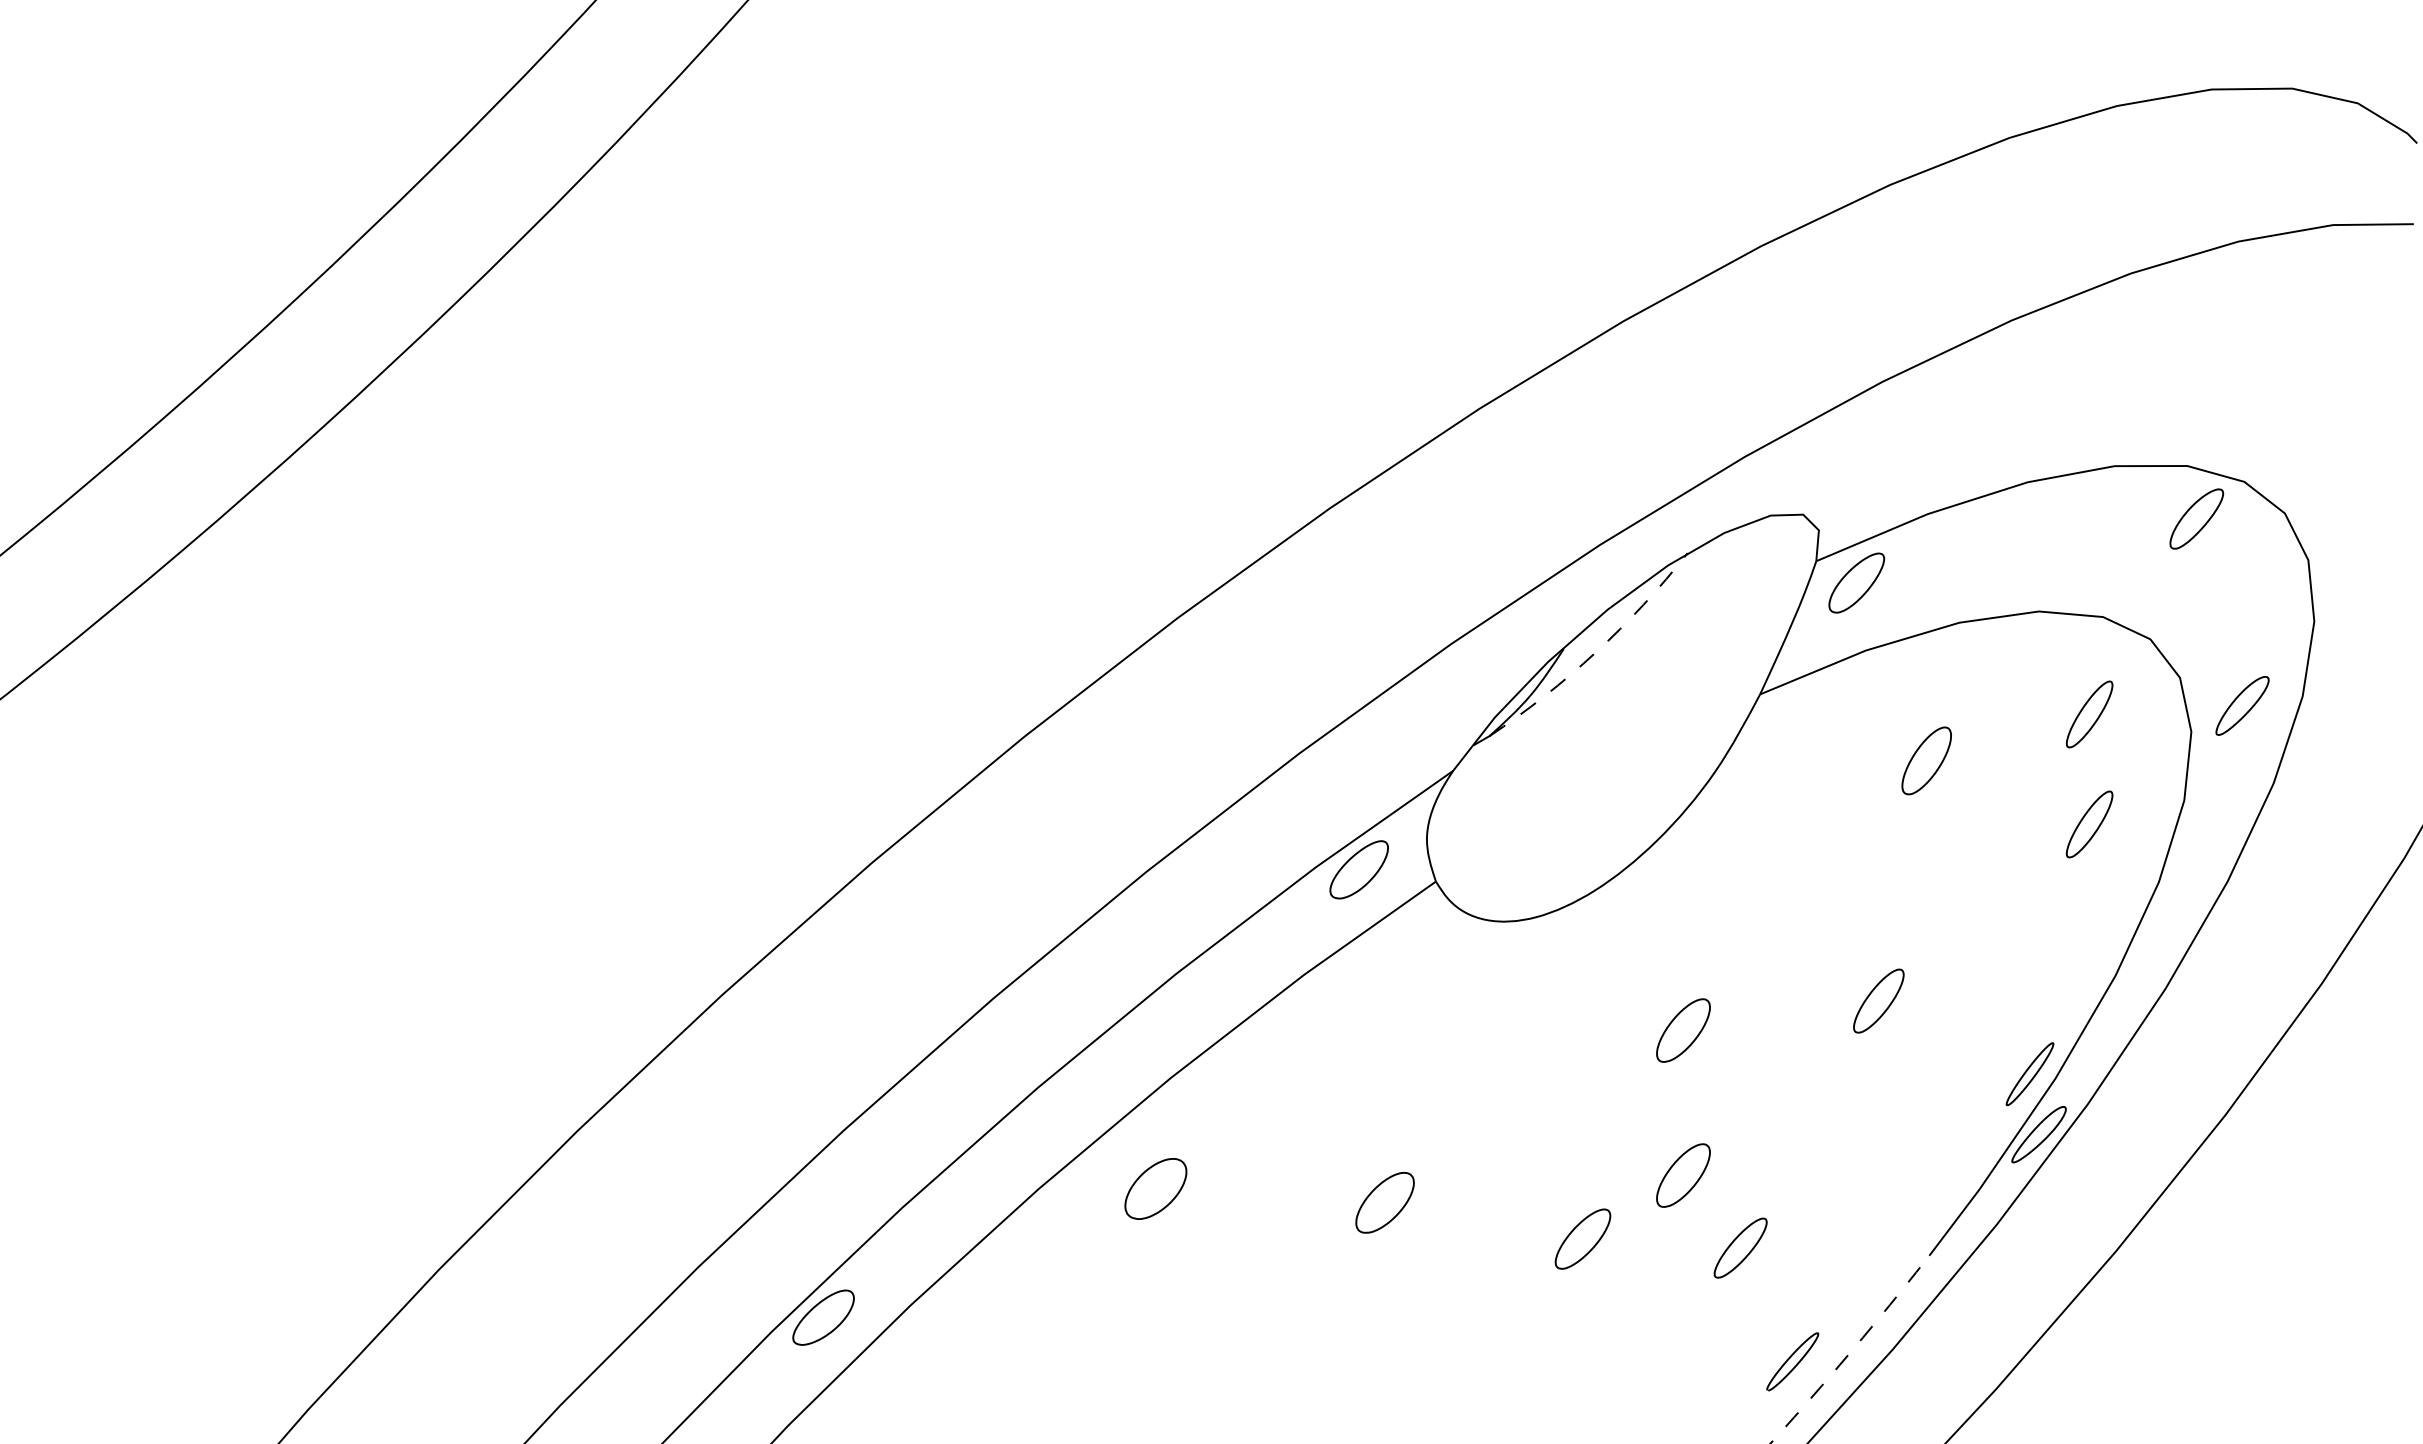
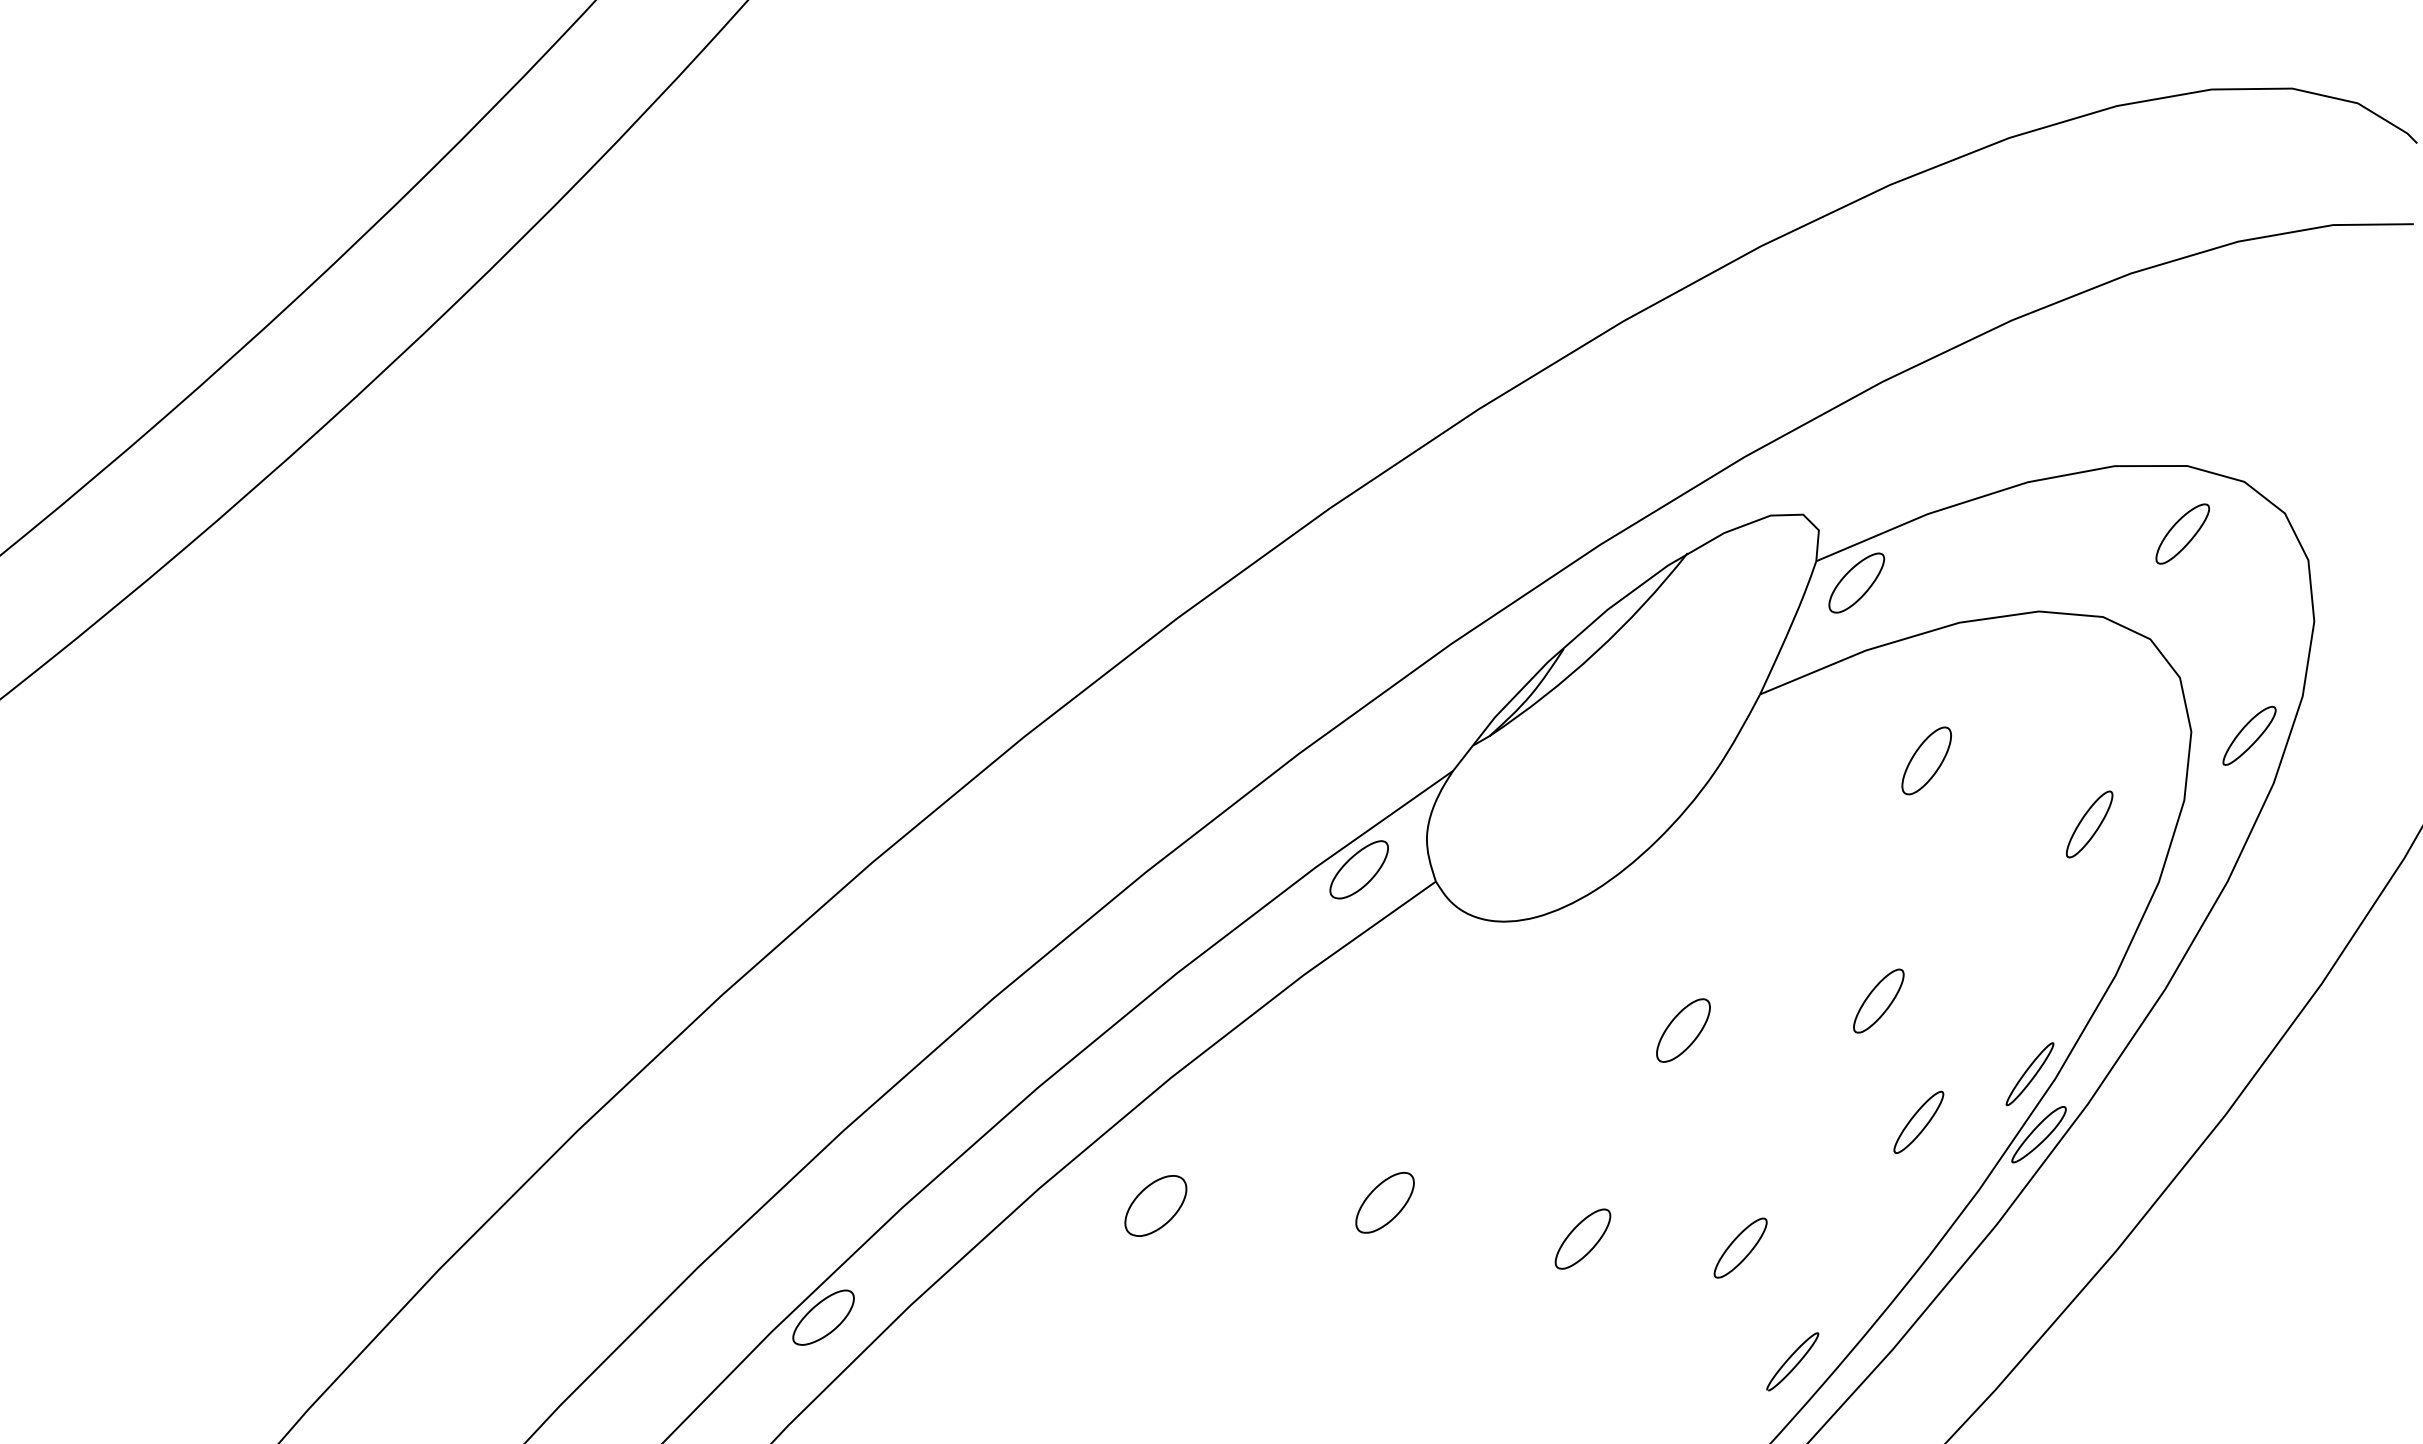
part at (2196, 518) position: (2196, 518) -> (2182, 533)
arc at (1595, 652): dashed -> solid
part at (2242, 705) position: (2242, 705) -> (2249, 735)
part at (2089, 714): present -> none
part at (1918, 1121): none -> present
part at (1683, 1175): present -> none
part at (1155, 1188) position: (1155, 1188) -> (1155, 1205)
arc at (1851, 1351): dashed -> solid
